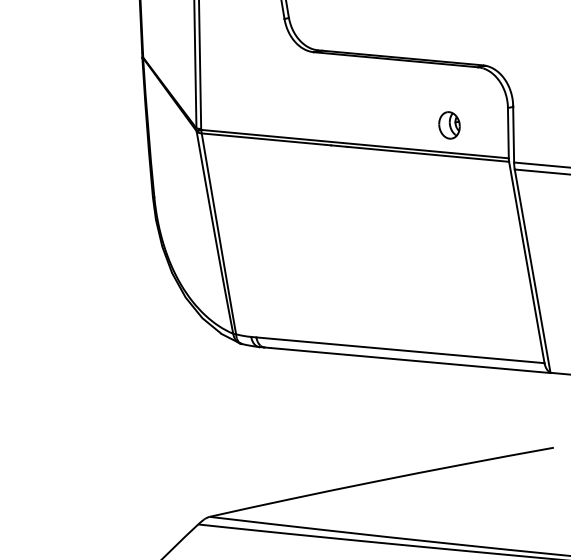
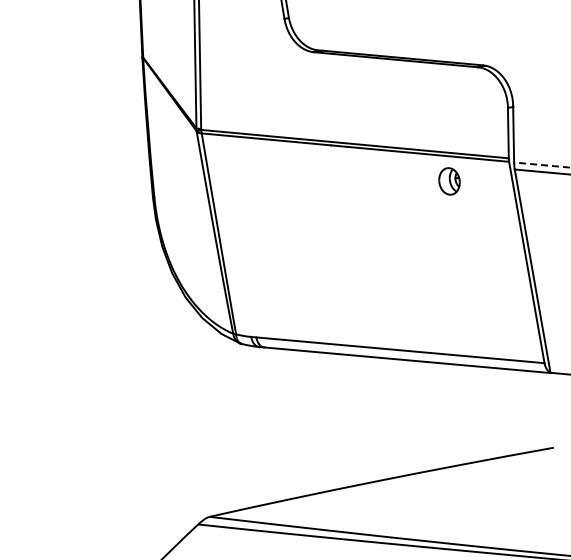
part at (449, 125) position: (449, 125) -> (449, 181)
line at (541, 165): solid -> dashed
